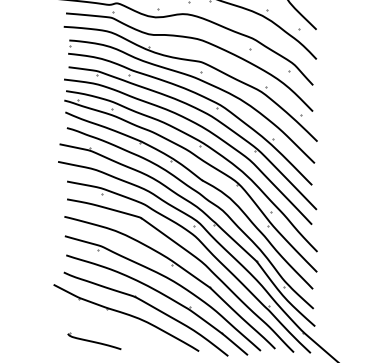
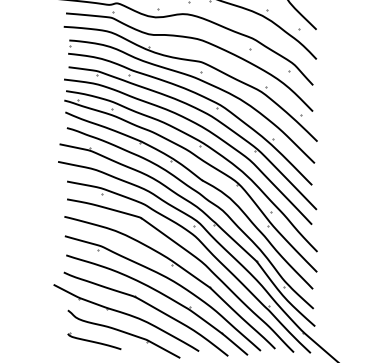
part at (123, 333): none -> present
